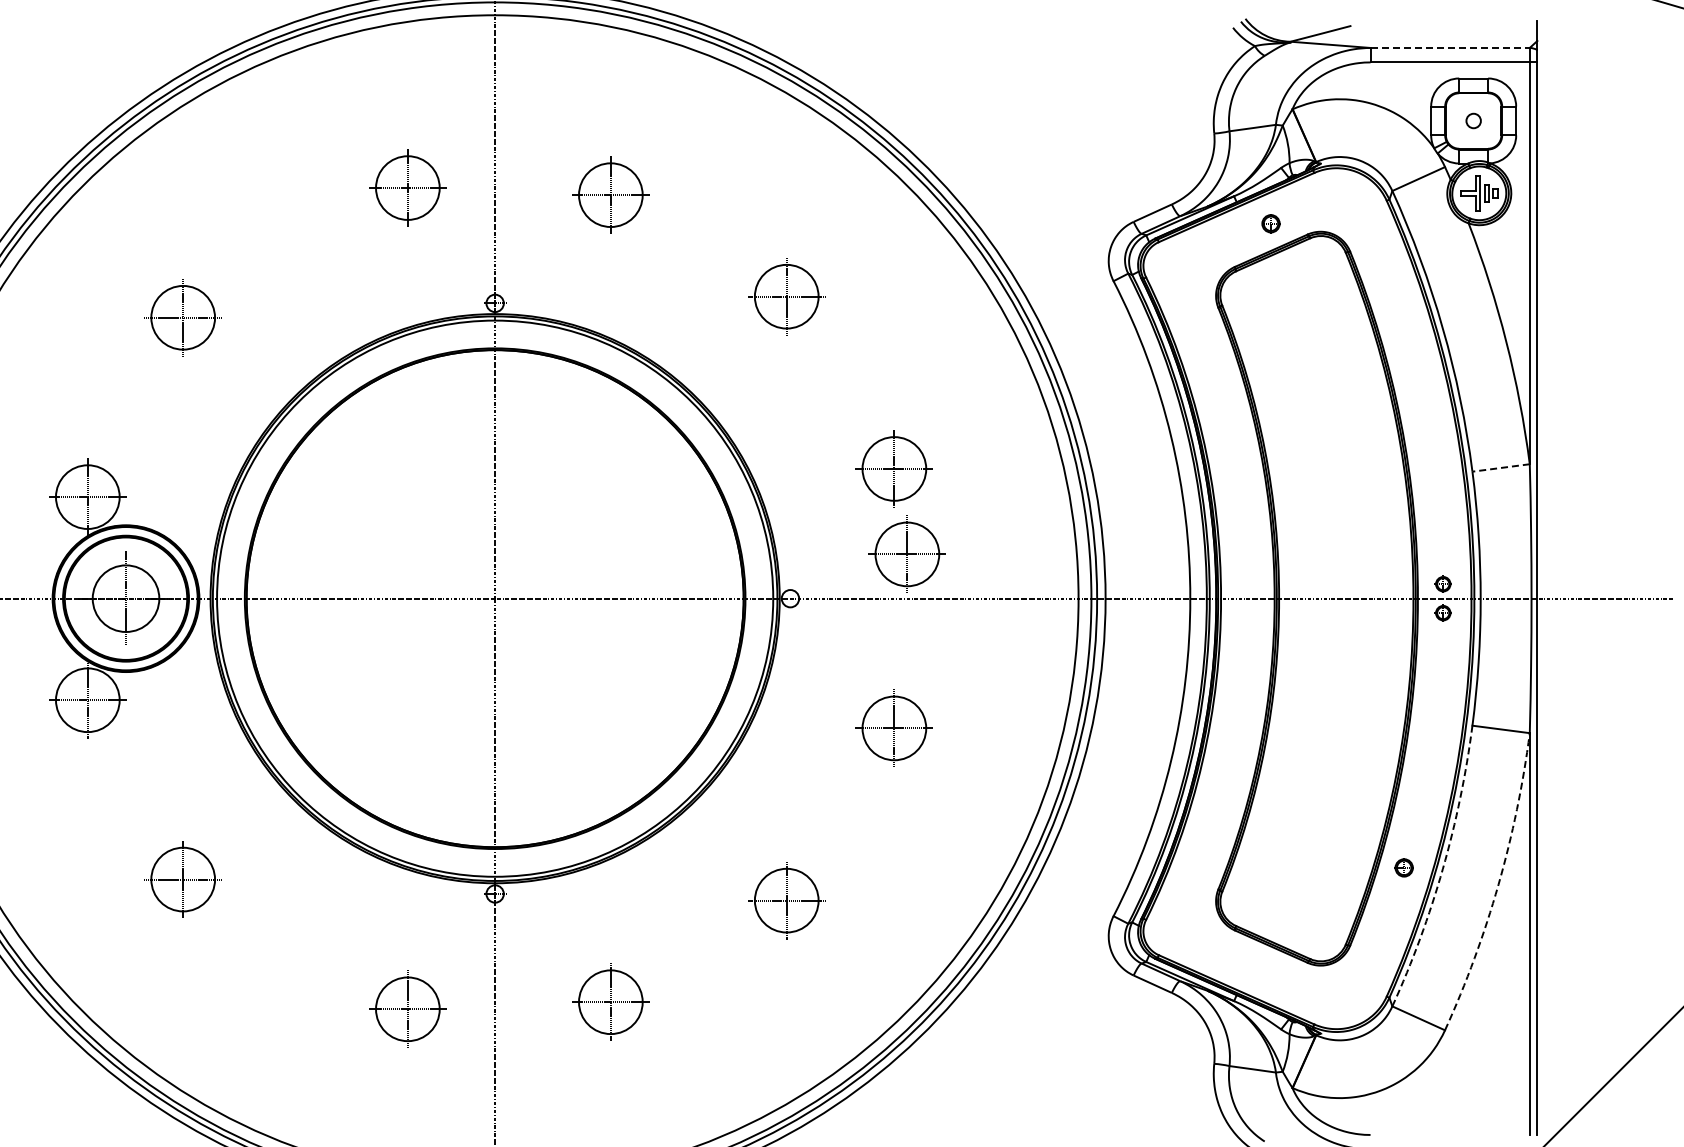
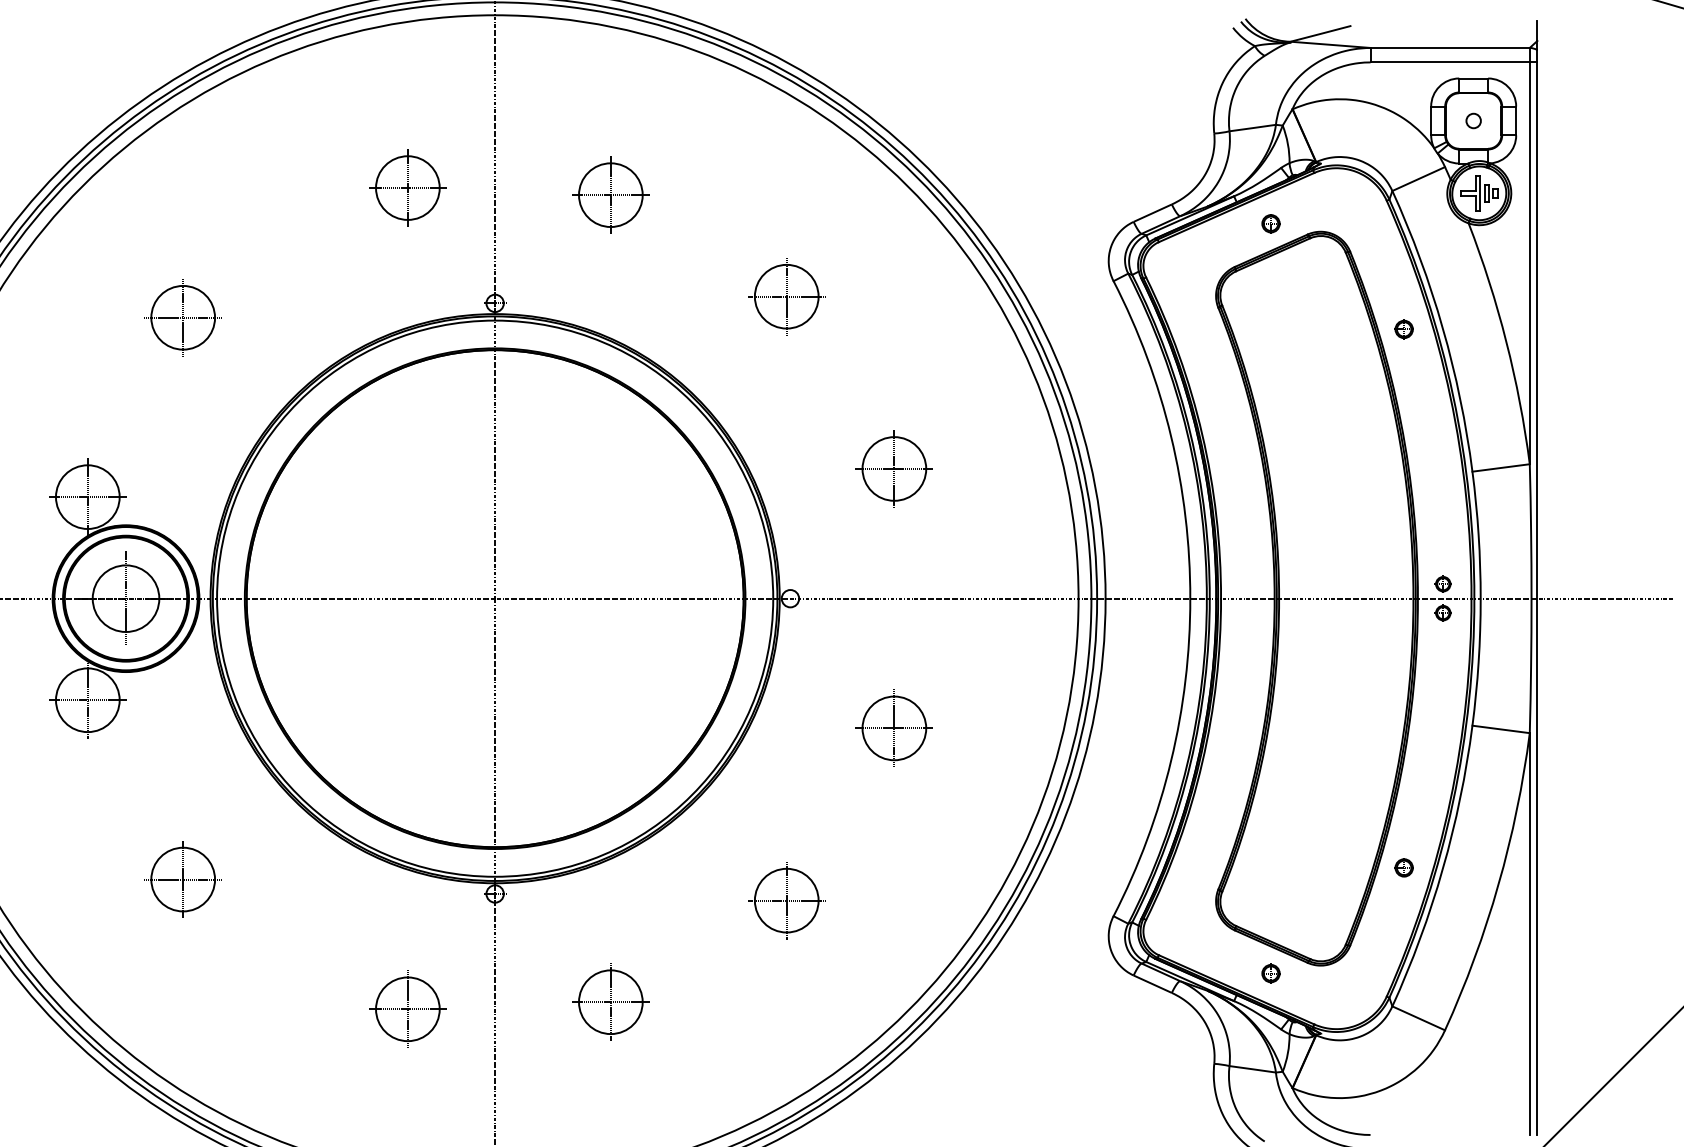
line at (1450, 47): dashed -> solid
part at (1403, 329): none -> present
line at (1501, 467): dashed -> solid
part at (906, 553): present -> none
arc at (1442, 869): dashed -> solid
arc at (1498, 884): dashed -> solid
part at (1270, 973): none -> present
